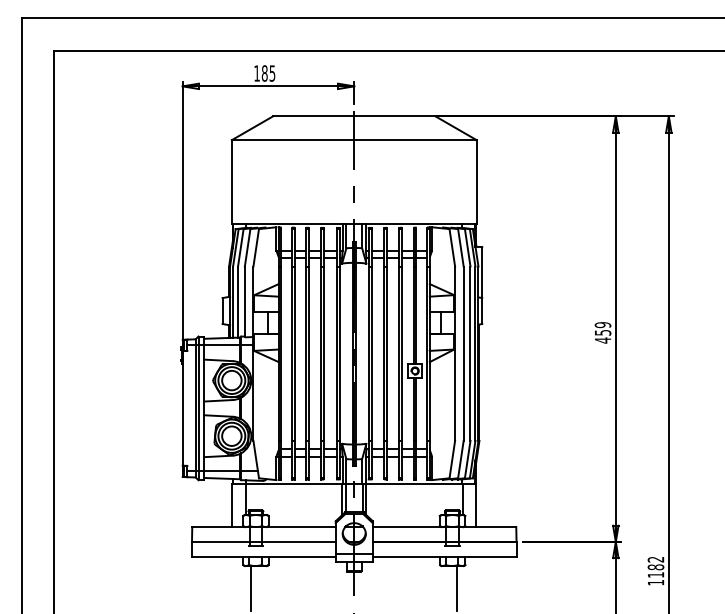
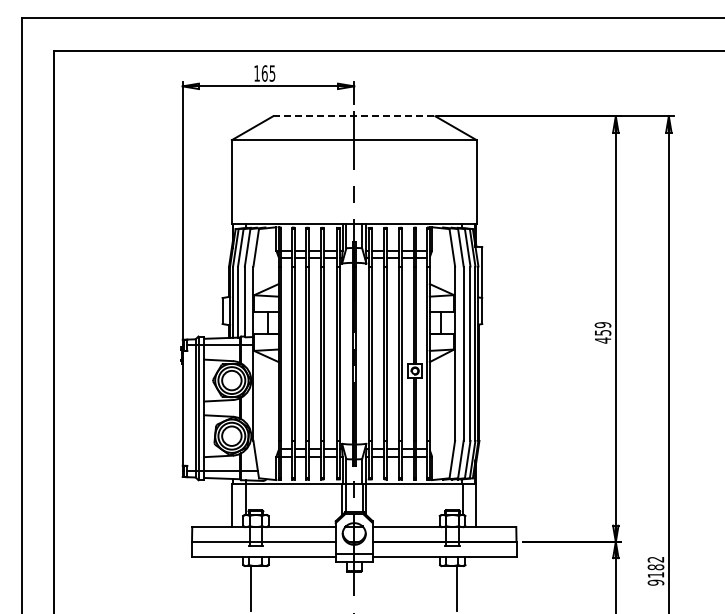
text at (264, 73): 185 -> 165
line at (354, 116): solid -> dashed
text at (655, 582): 1182 -> 9182
